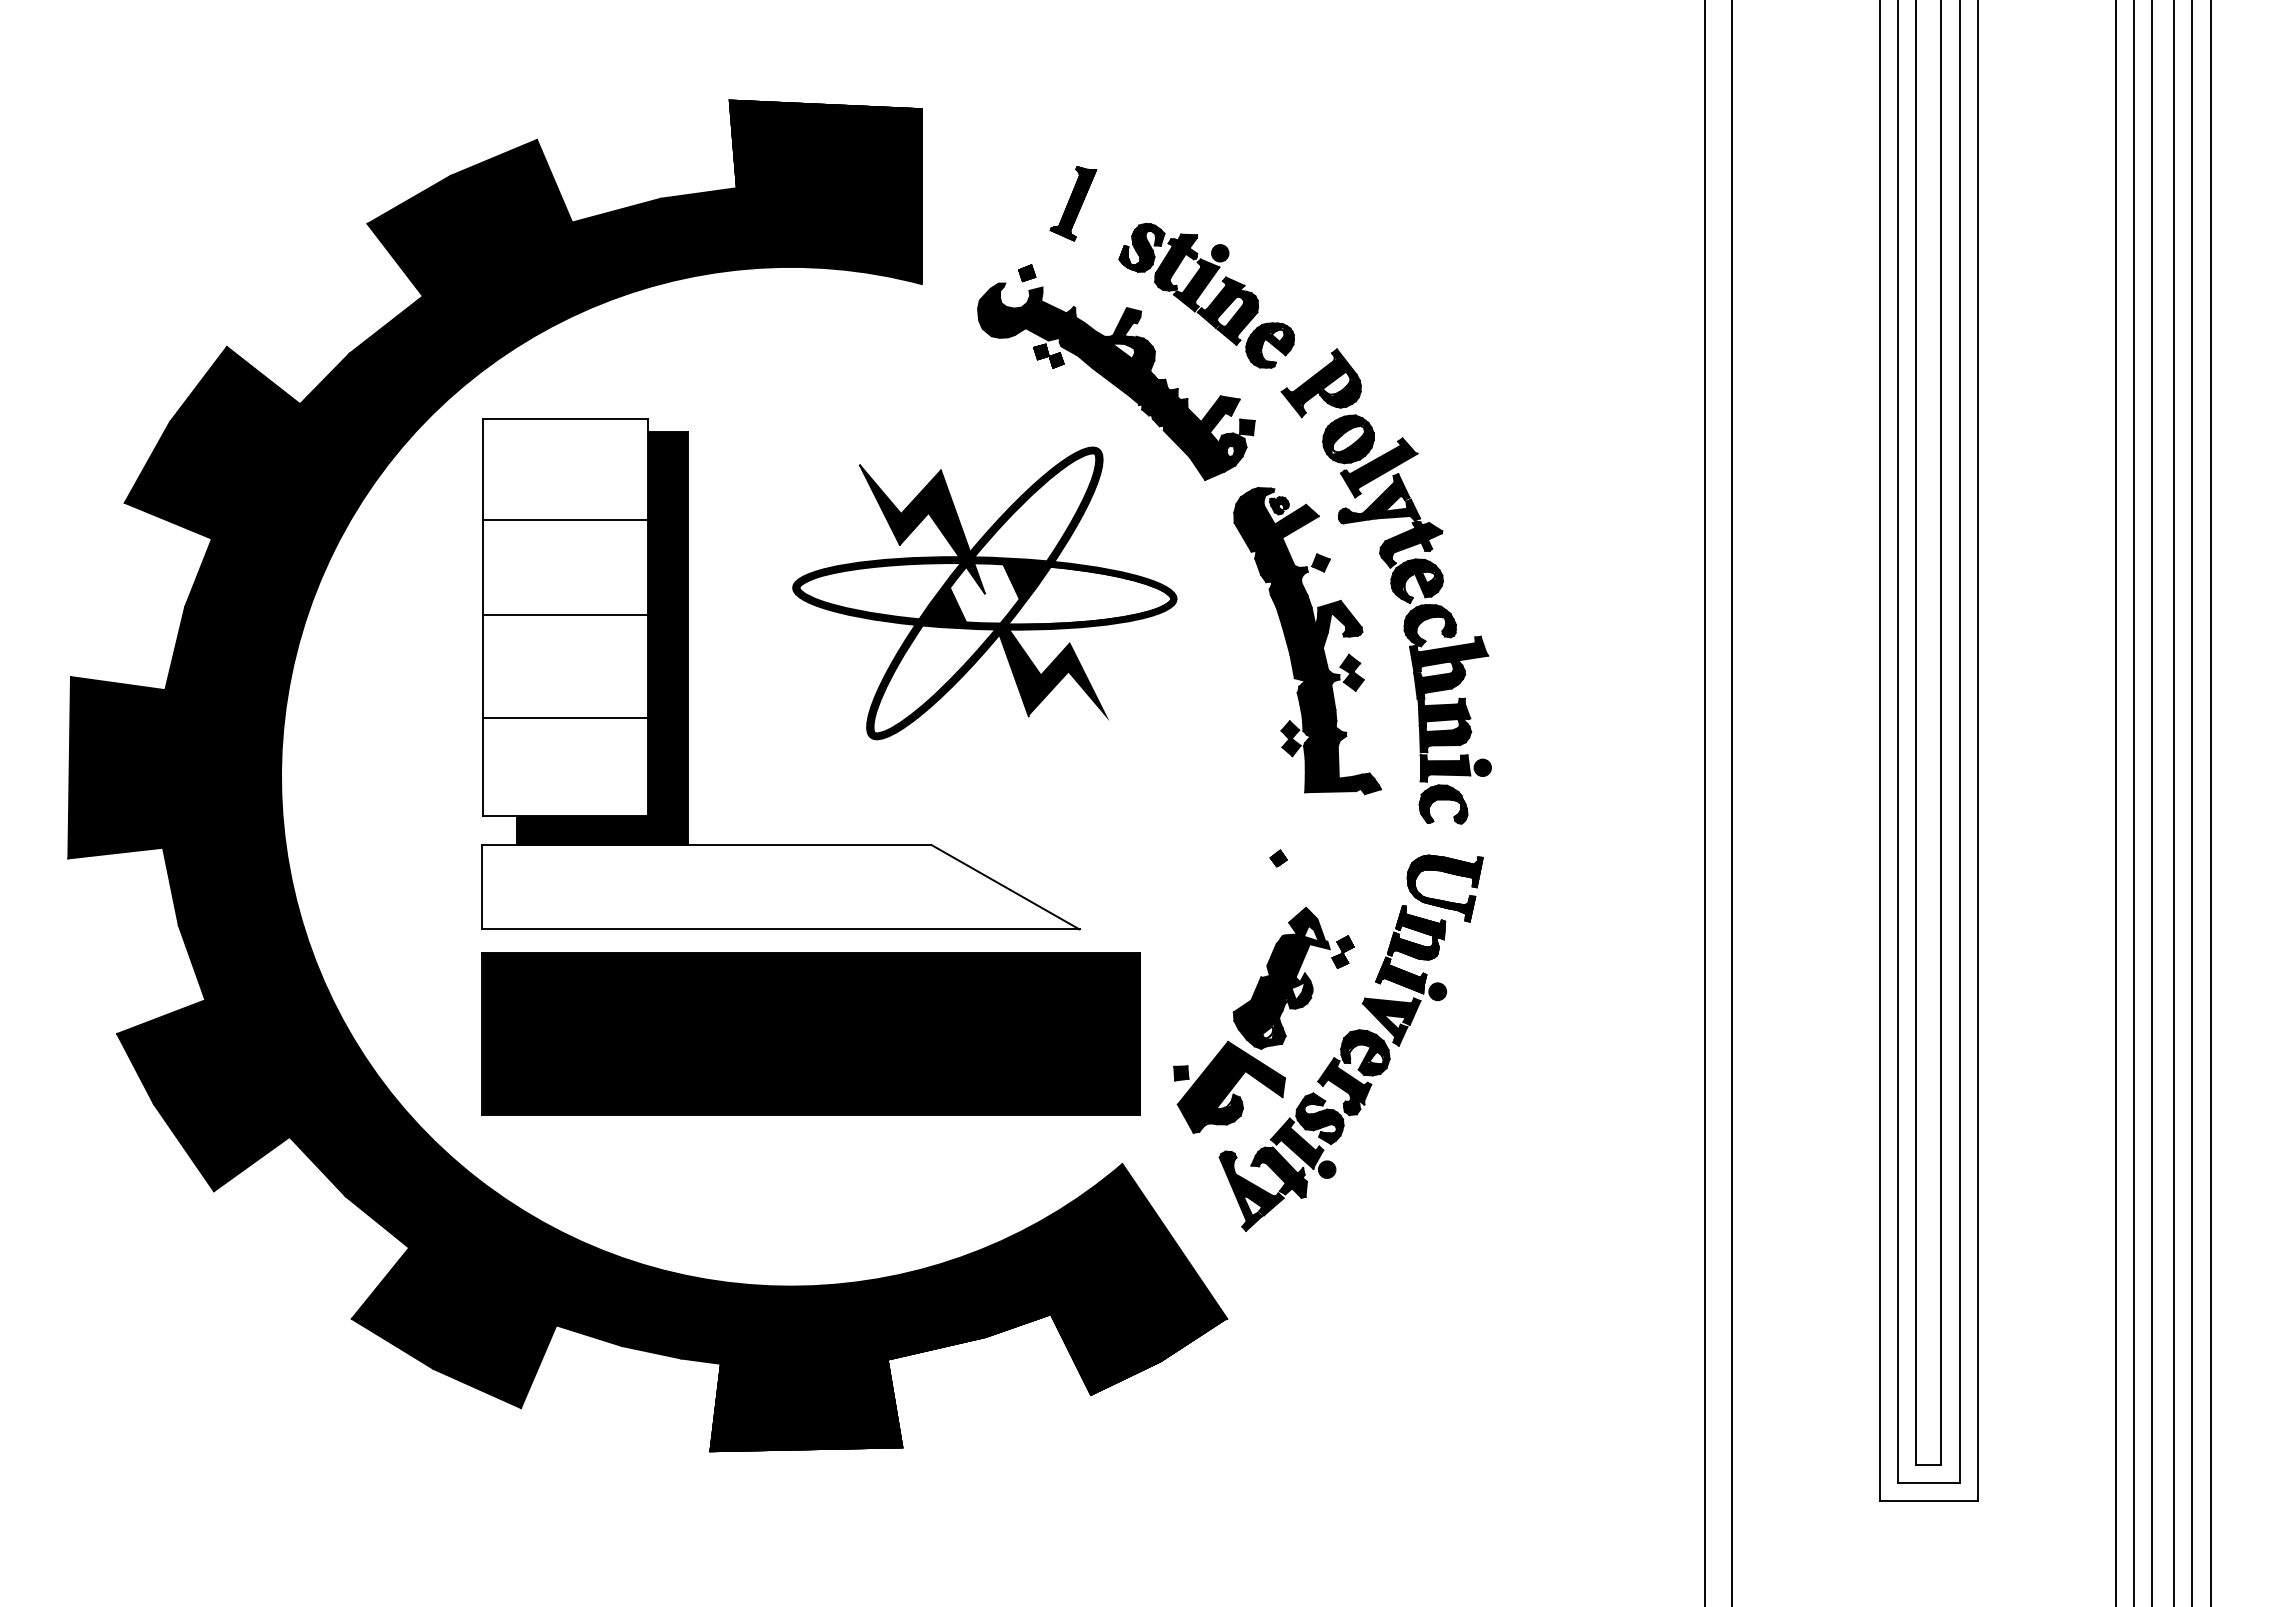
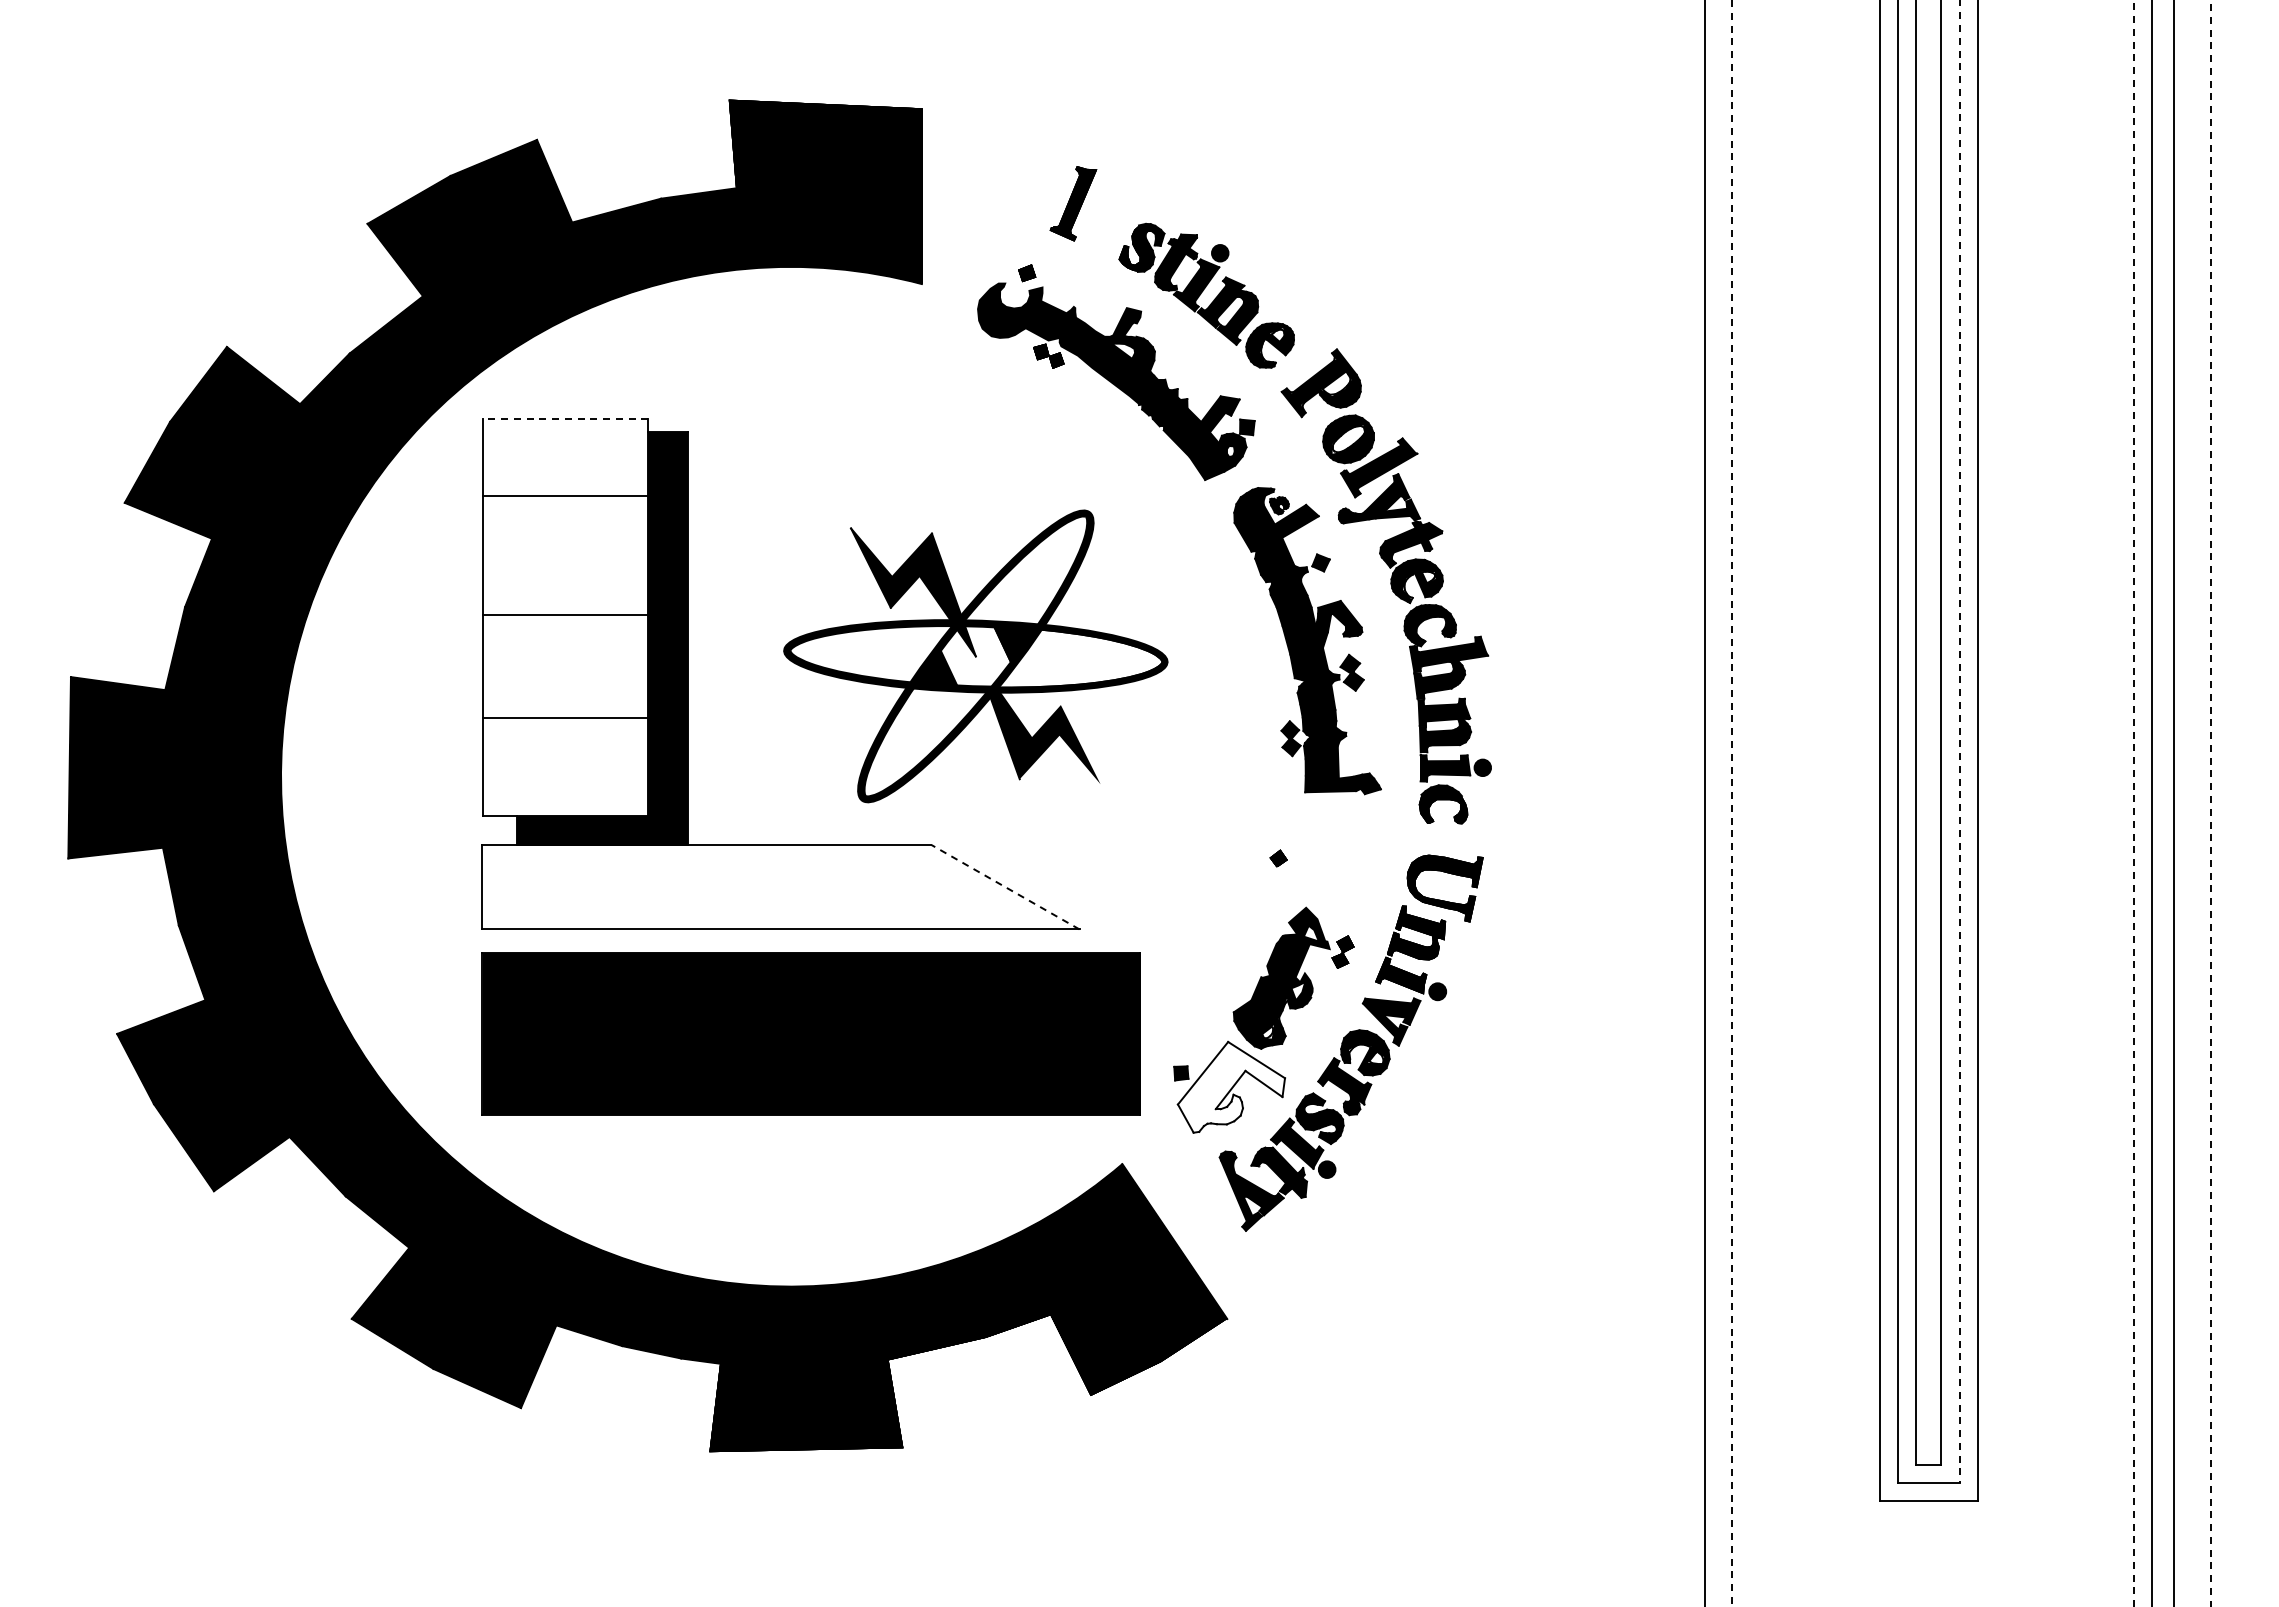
line at (565, 419): solid -> dashed
line at (565, 520) position: (565, 520) -> (565, 496)
part at (984, 593) position: (984, 593) -> (975, 656)
line at (1959, 741): solid -> dashed
line at (2115, 802): present -> none
line at (2134, 802): solid -> dashed
line at (2192, 802): present -> none
line at (1732, 803): solid -> dashed
line at (2210, 803): solid -> dashed
line at (1005, 886): solid -> dashed
fill at (1231, 1086): present -> none
